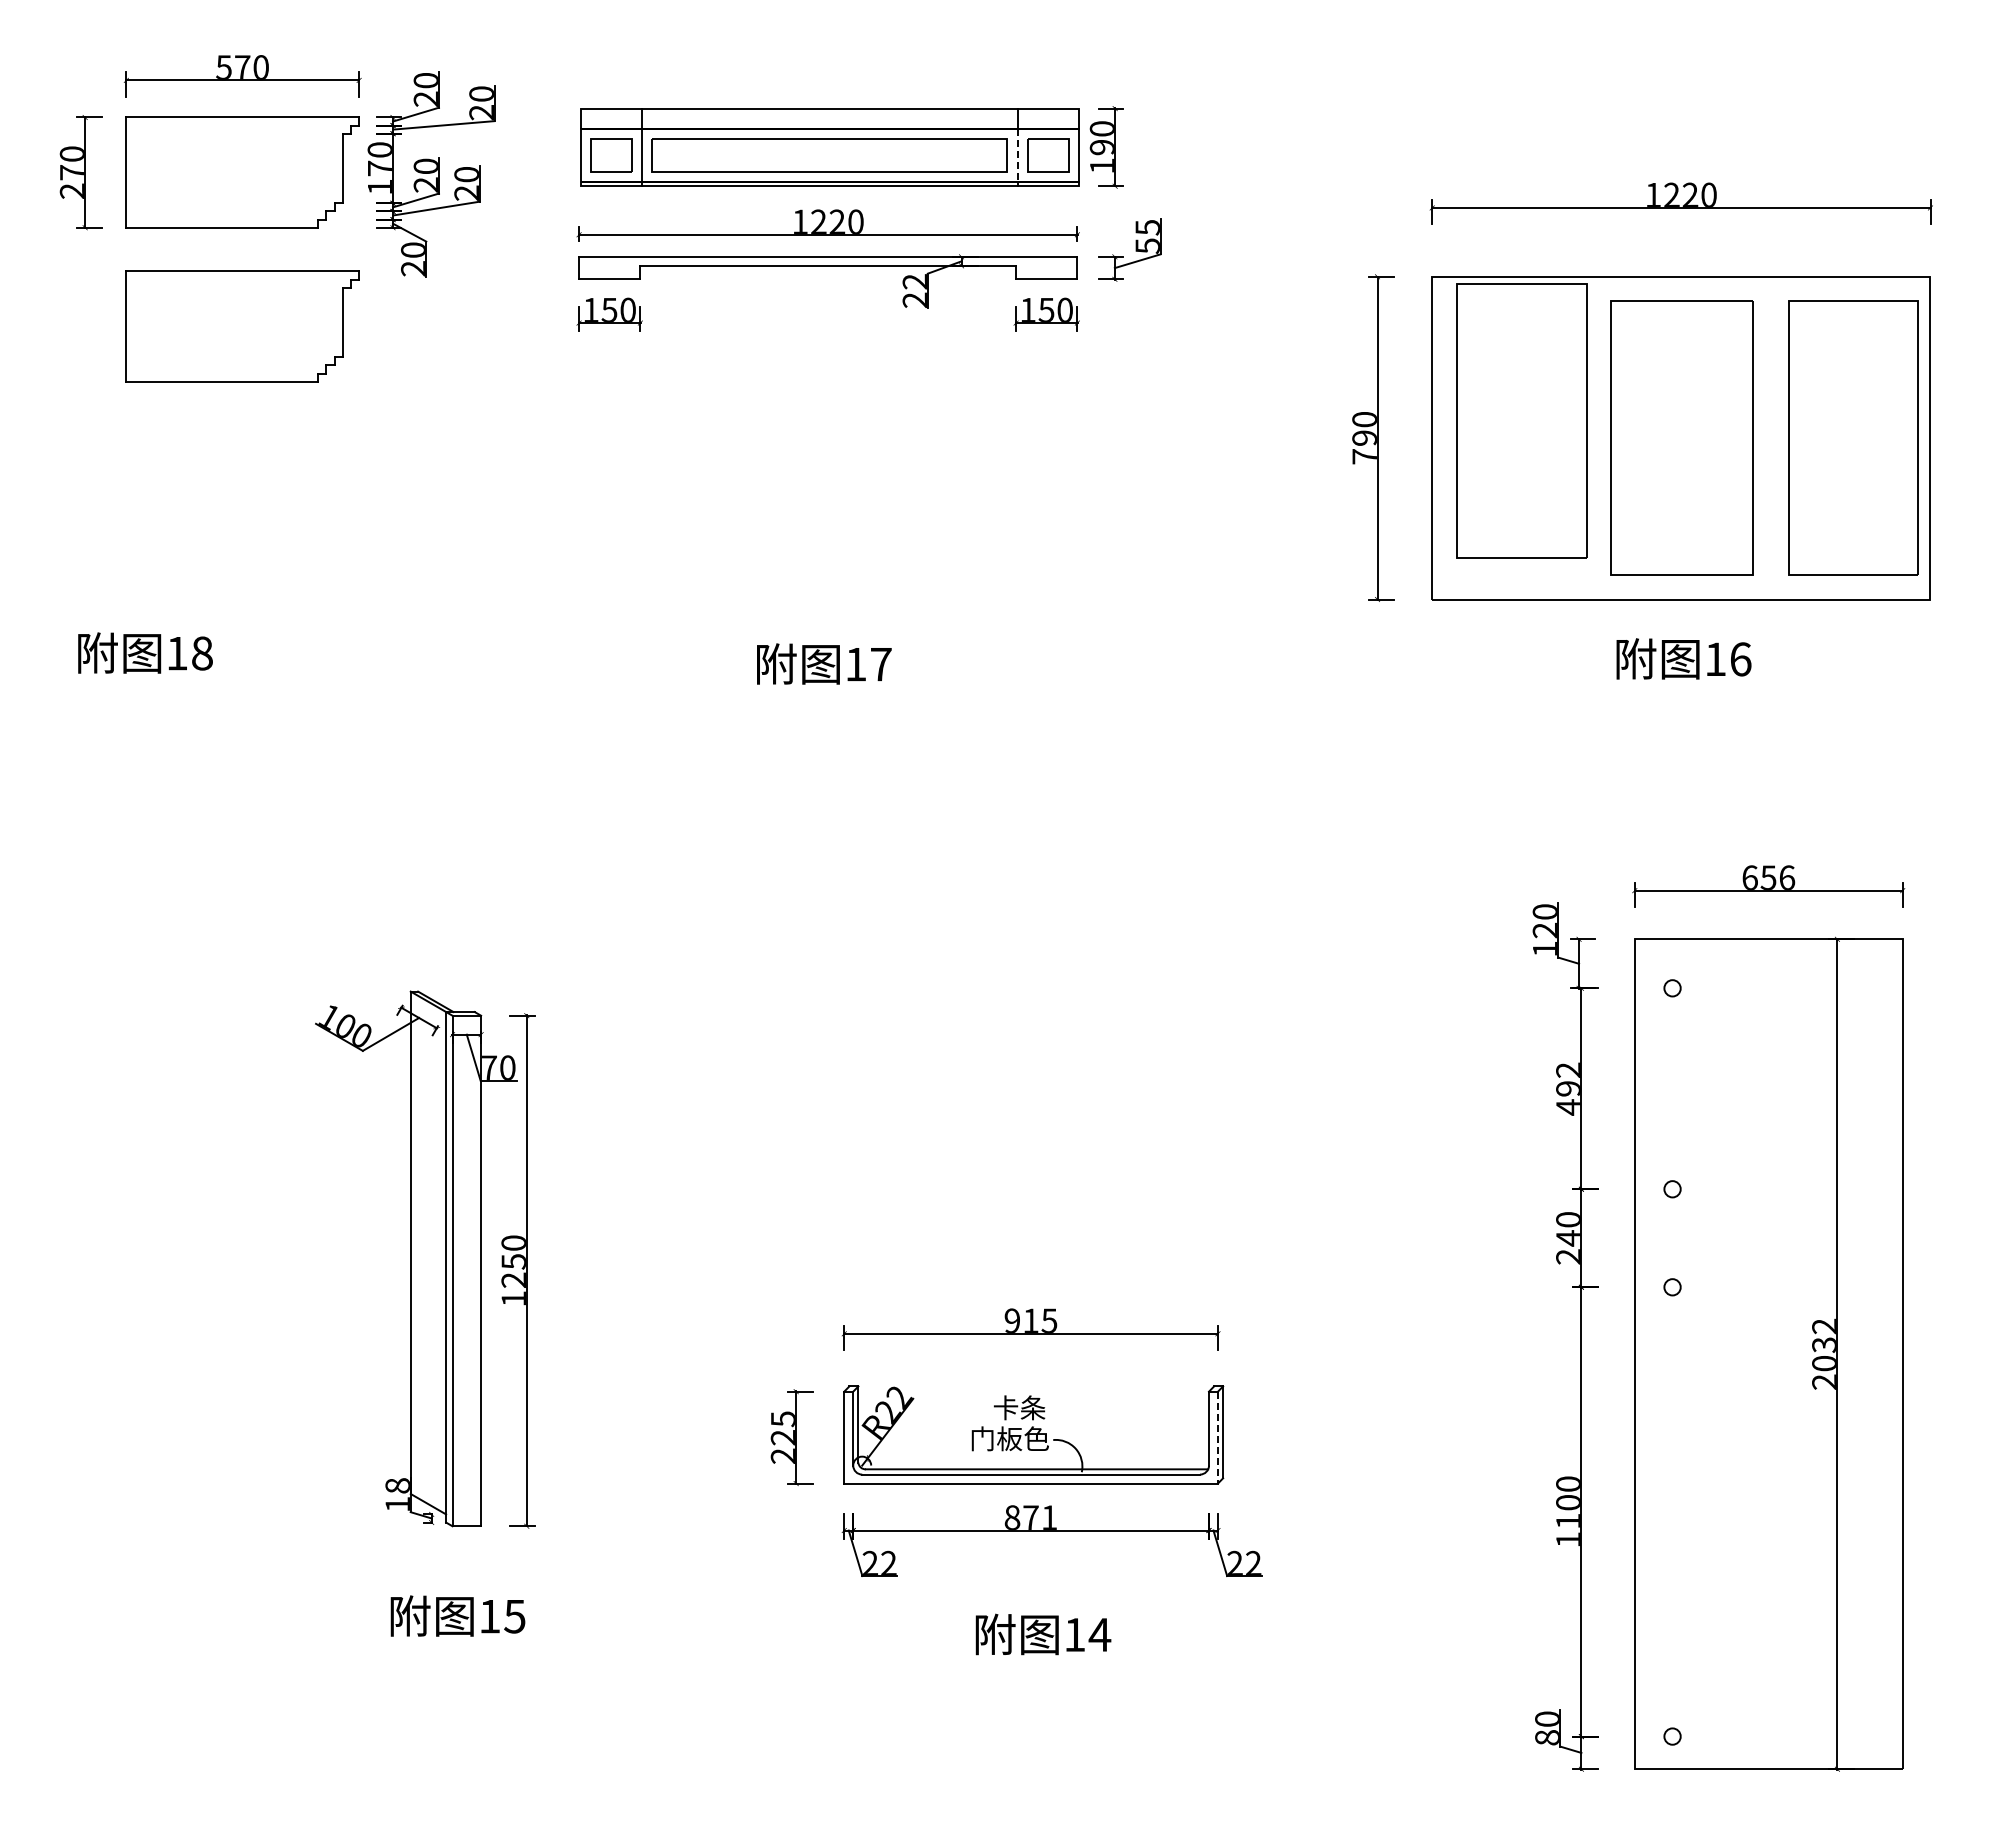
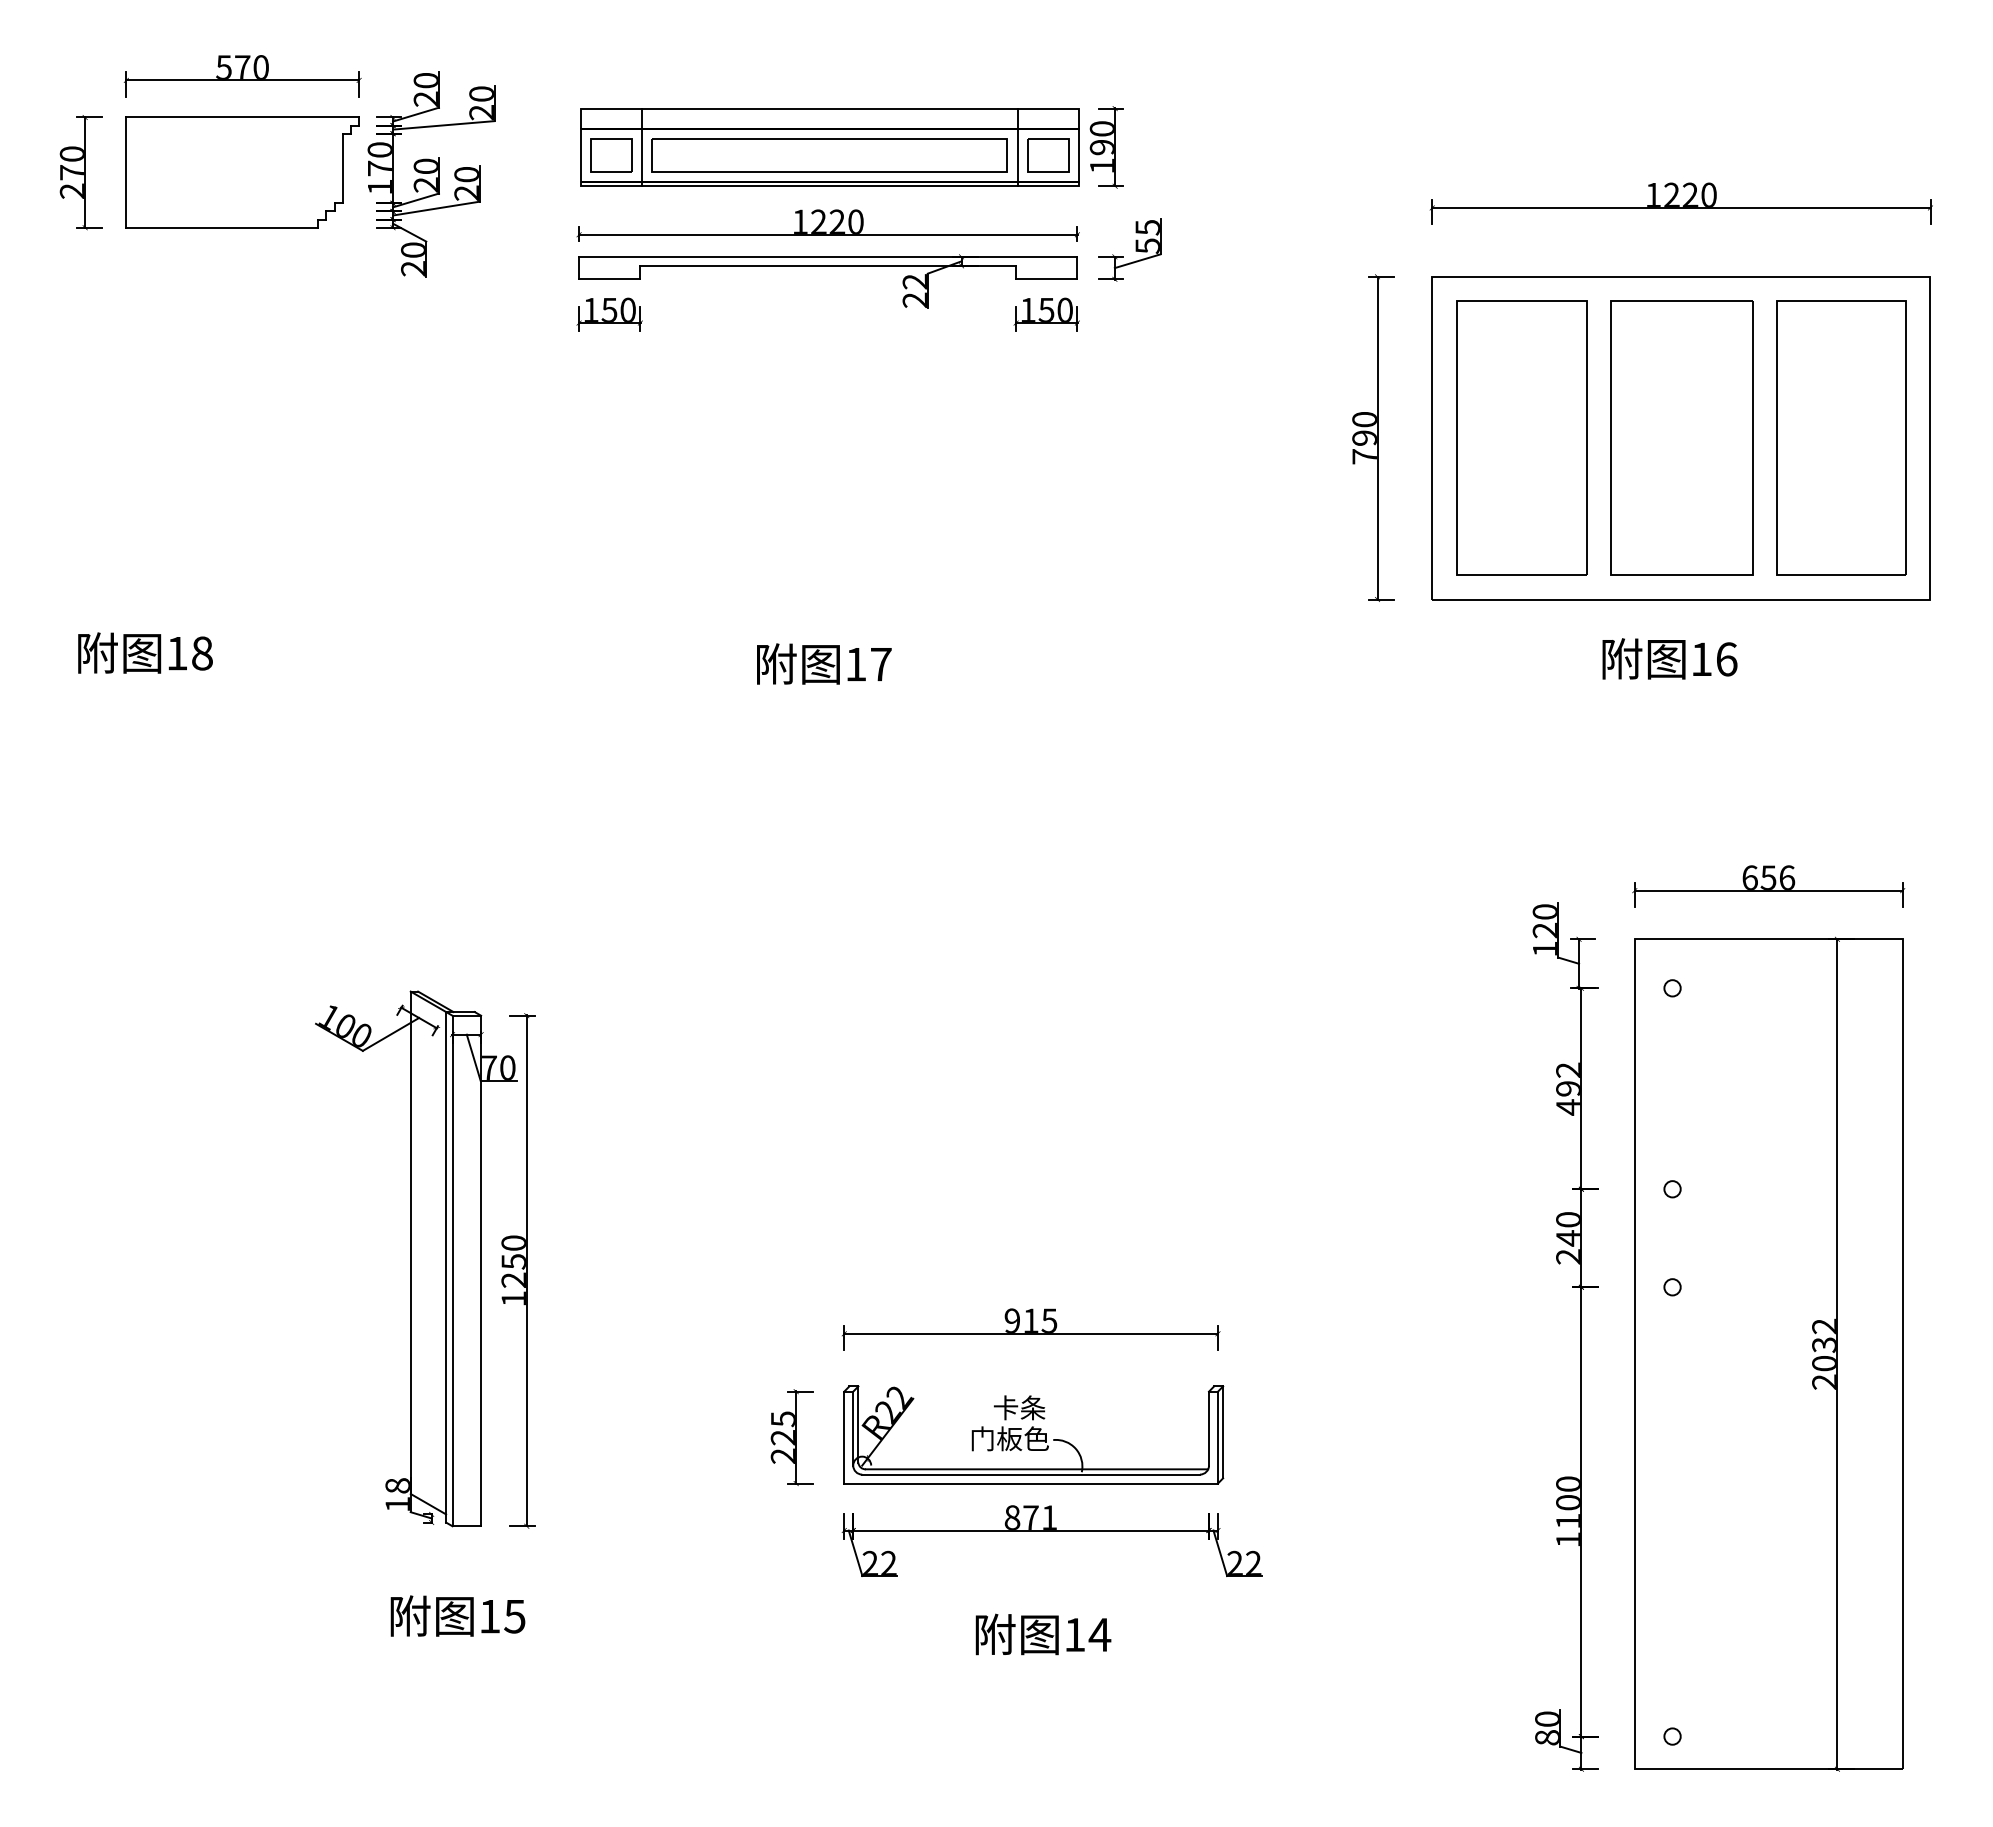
line at (1017, 155): dashed -> solid
part at (242, 326): present -> none
part at (1521, 420) position: (1521, 420) -> (1521, 437)
part at (1853, 437) position: (1853, 437) -> (1841, 437)
text at (1683, 658) position: (1683, 658) -> (1669, 658)
line at (1217, 1437): dashed -> solid
